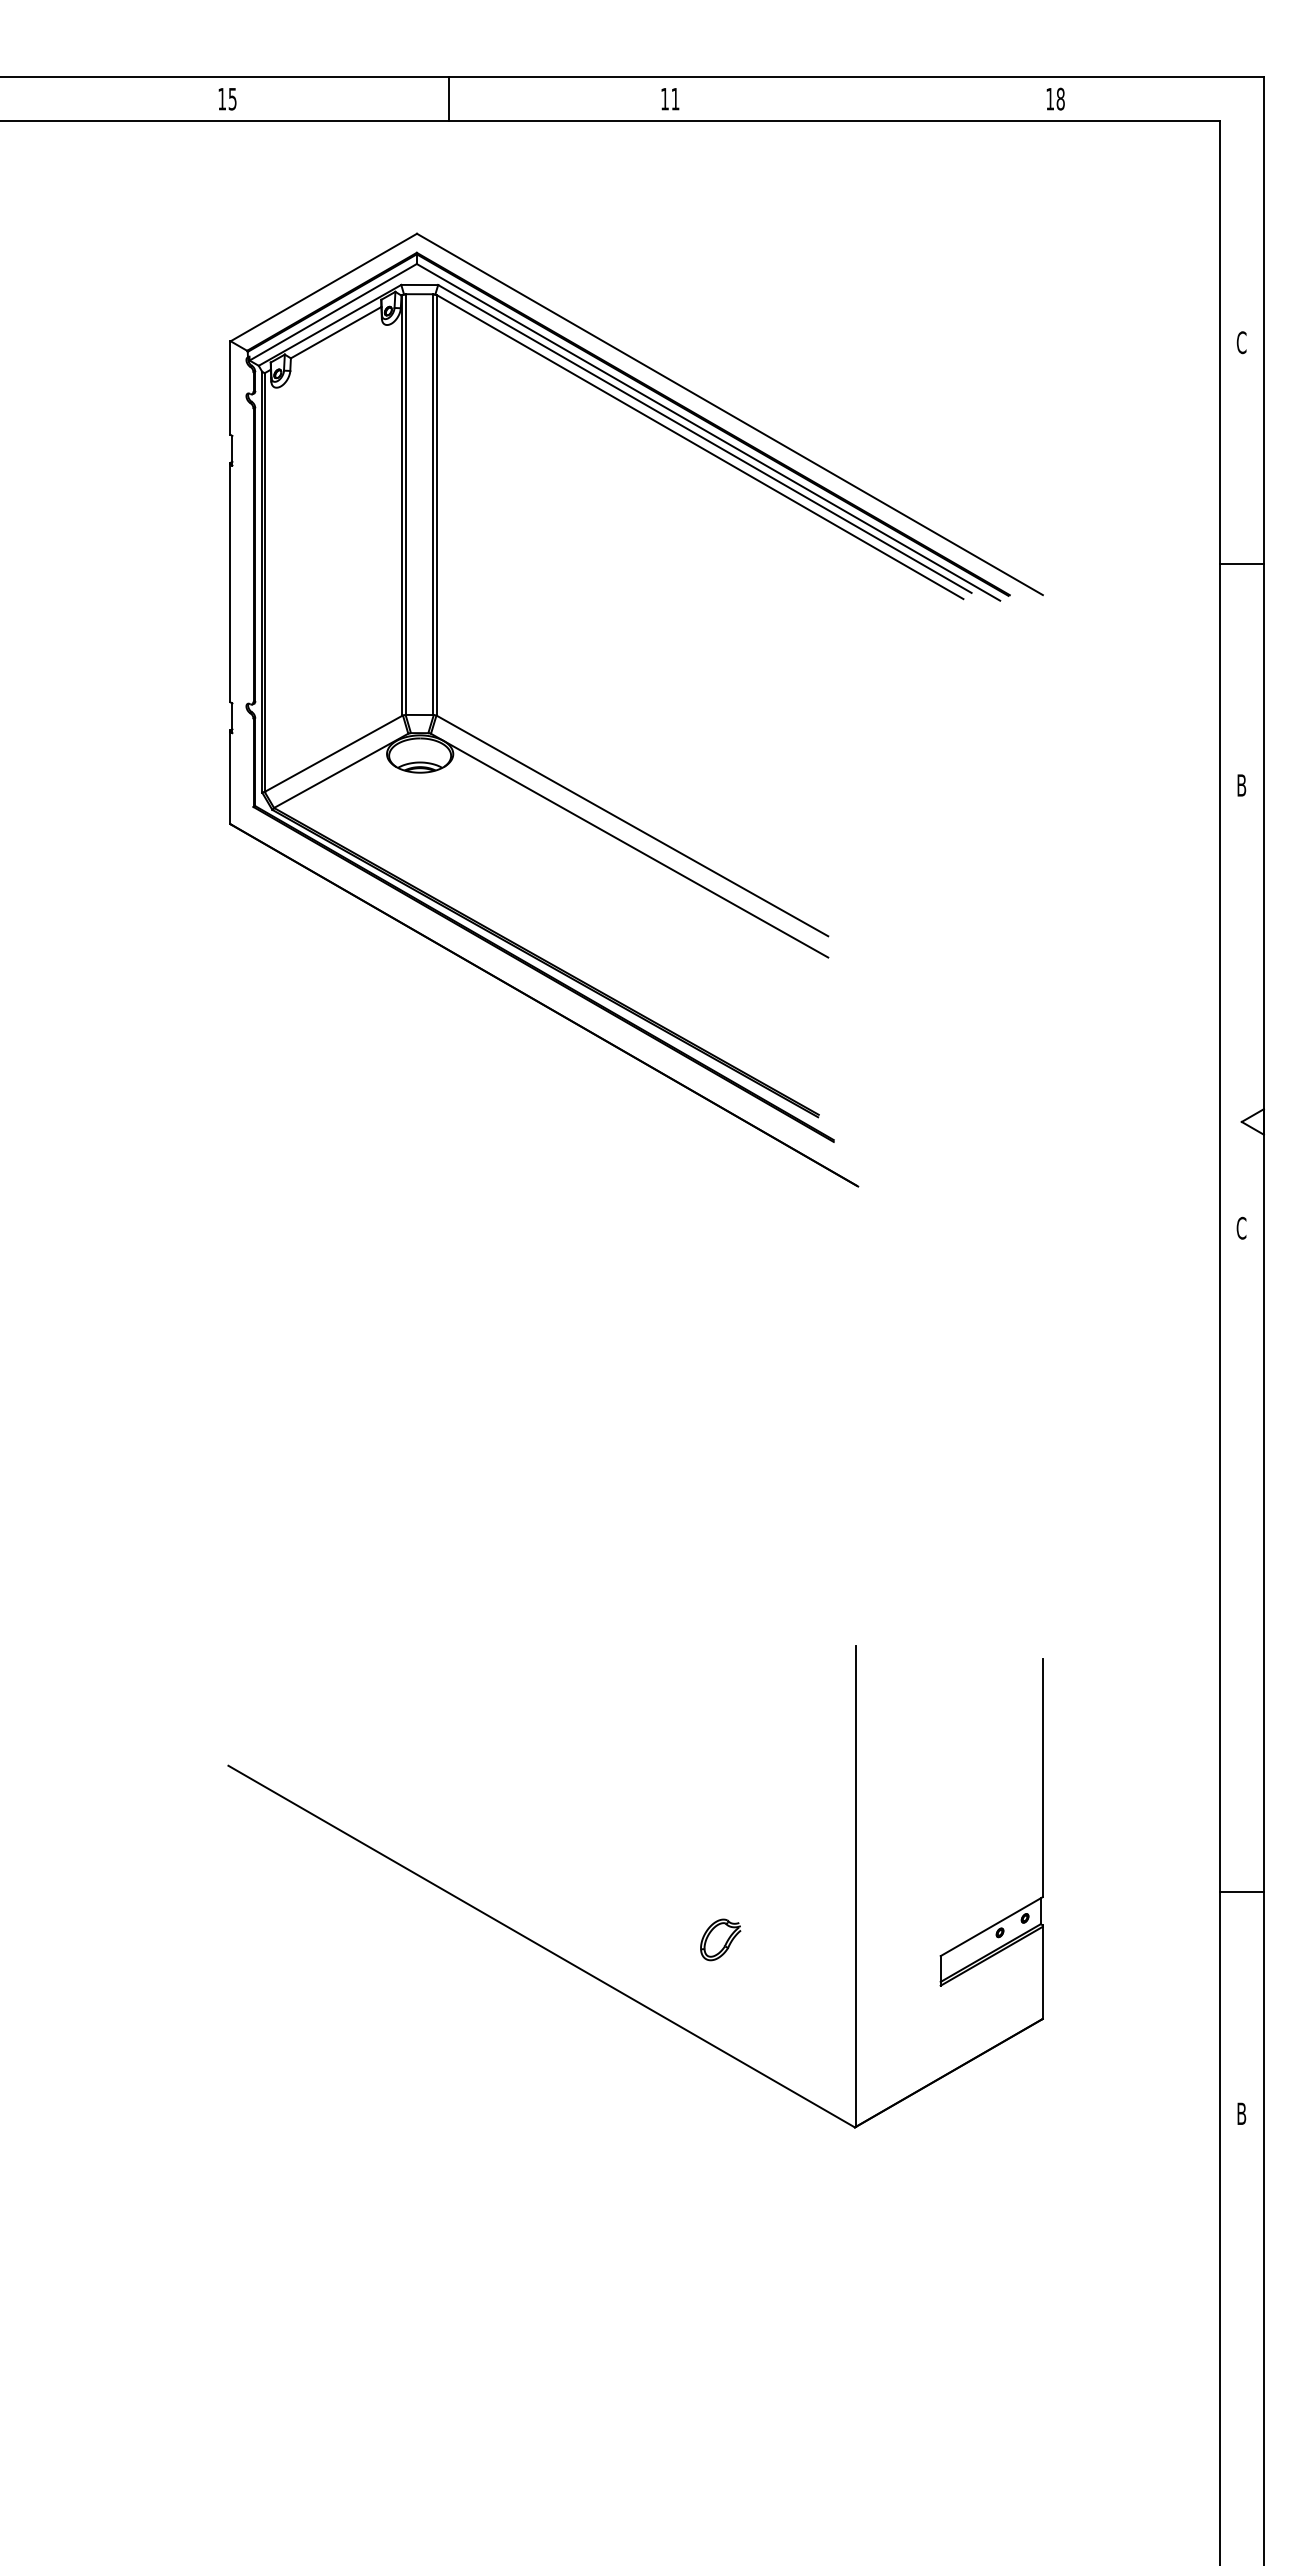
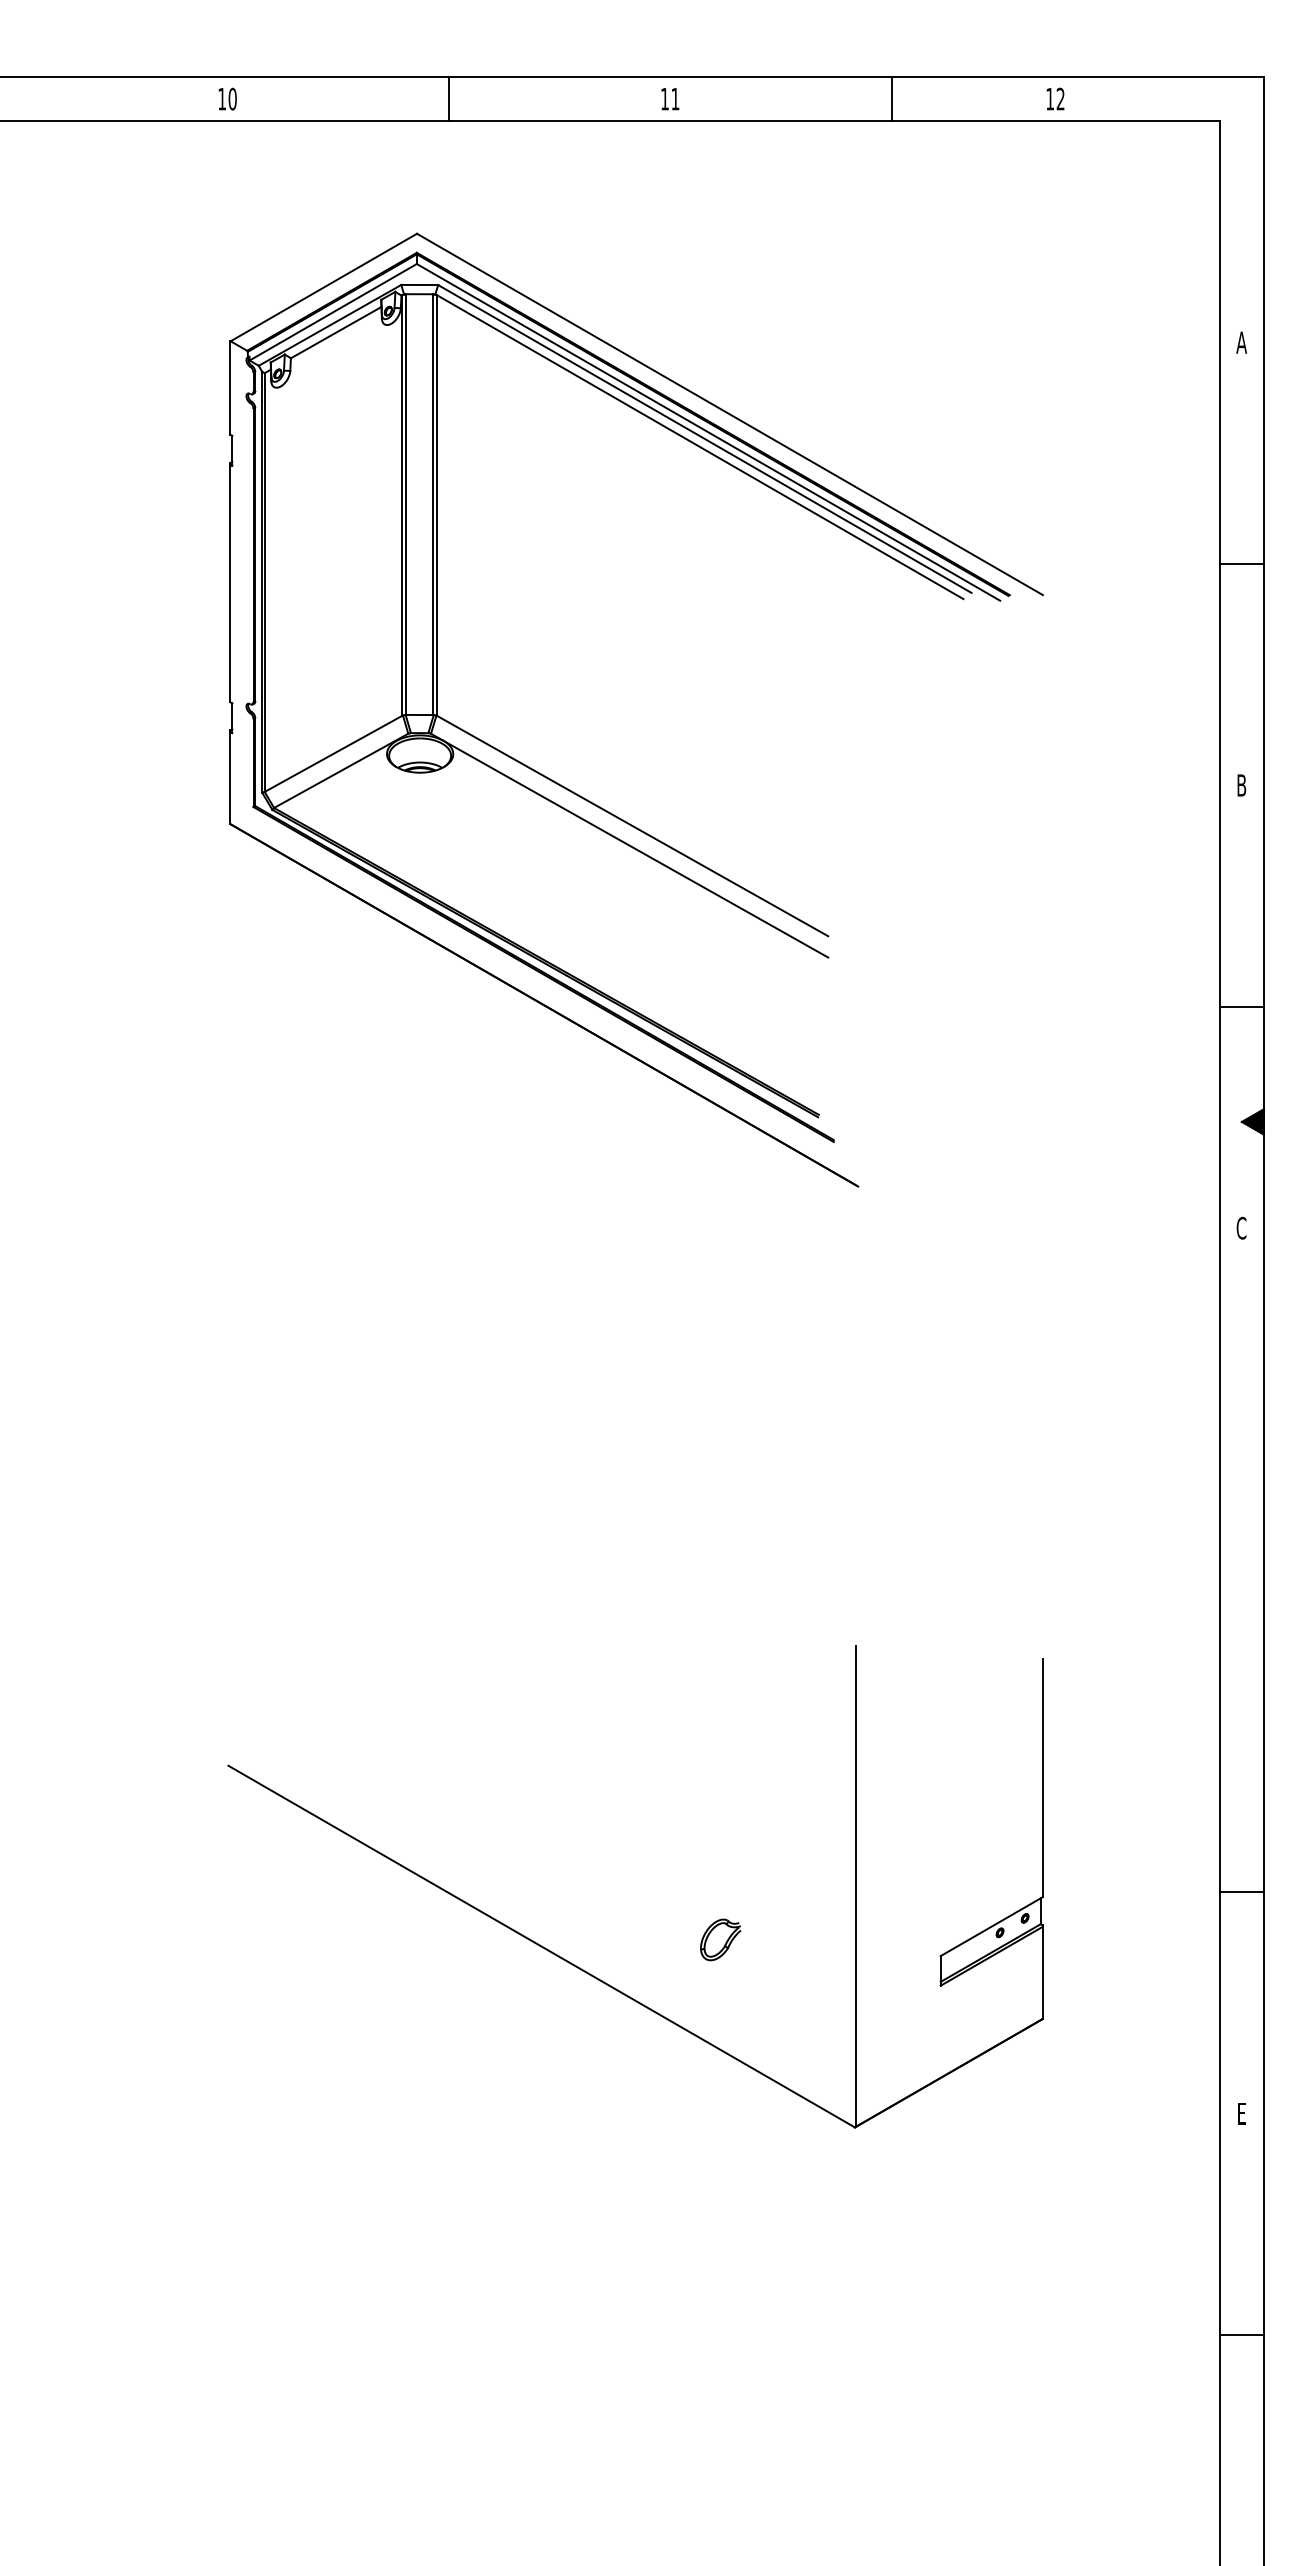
text at (232, 98): 15 -> 10
line at (891, 98): none -> present
text at (1060, 98): 18 -> 12
text at (1241, 342): C -> A
line at (1241, 1006): none -> present
fill at (1252, 1121): none -> present
text at (1241, 2113): B -> E
line at (1241, 2335): none -> present
